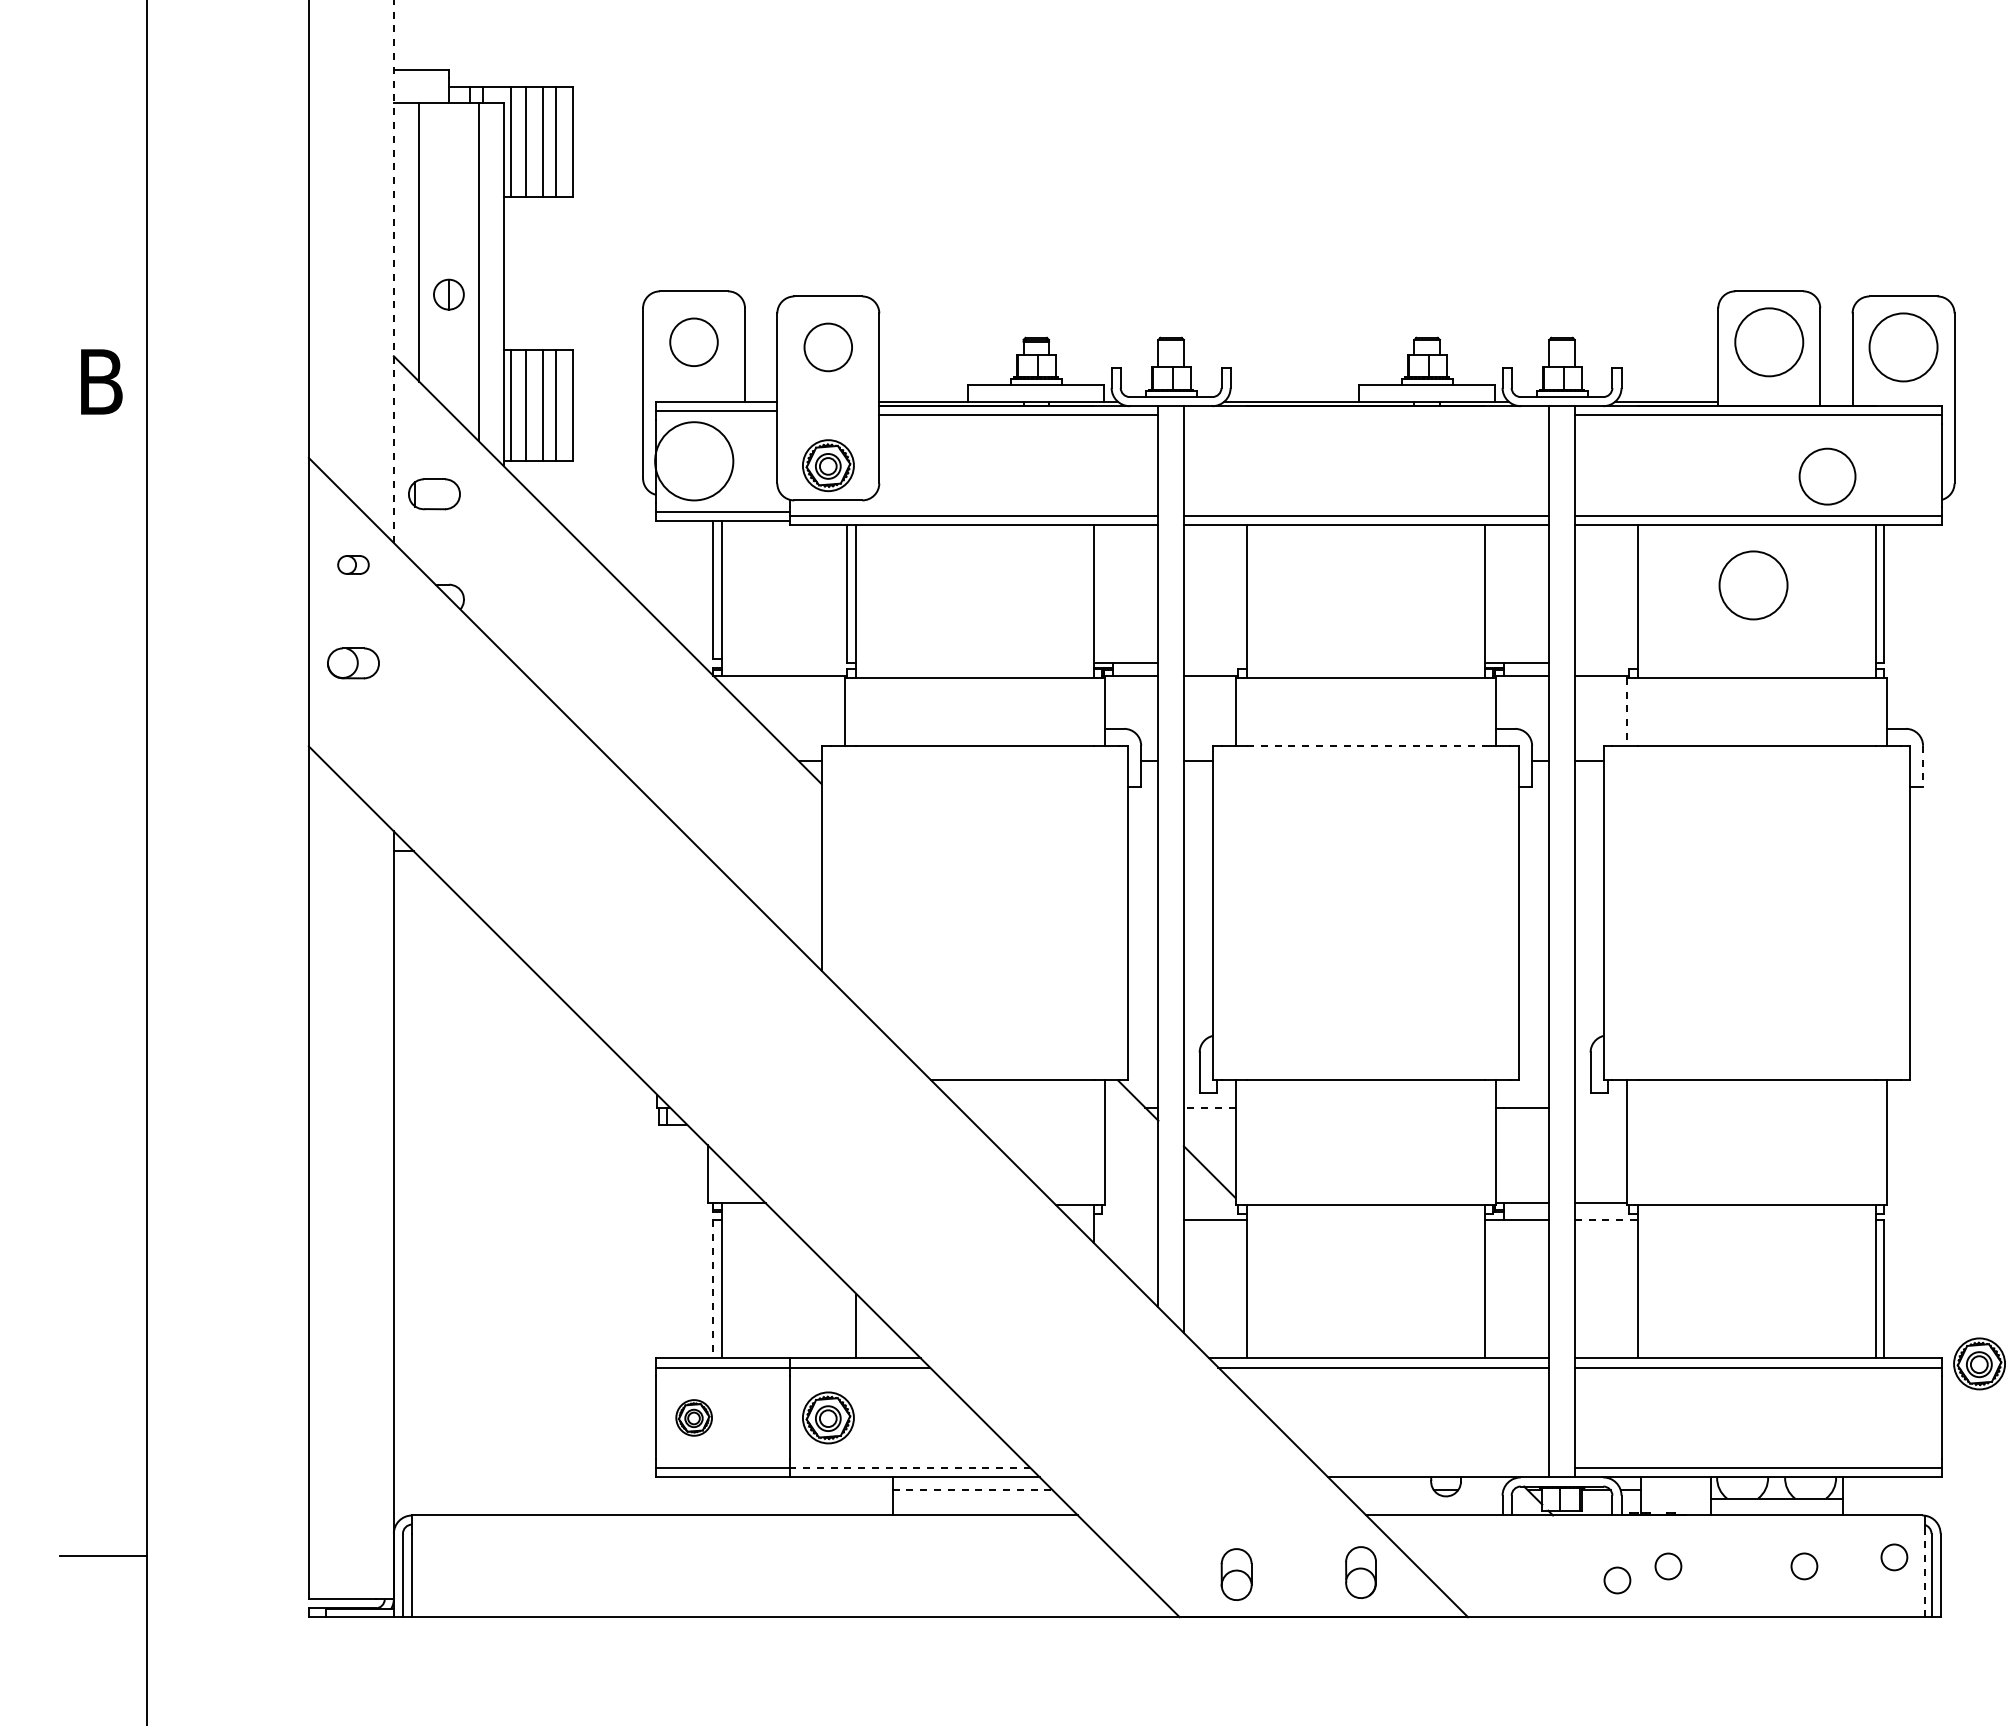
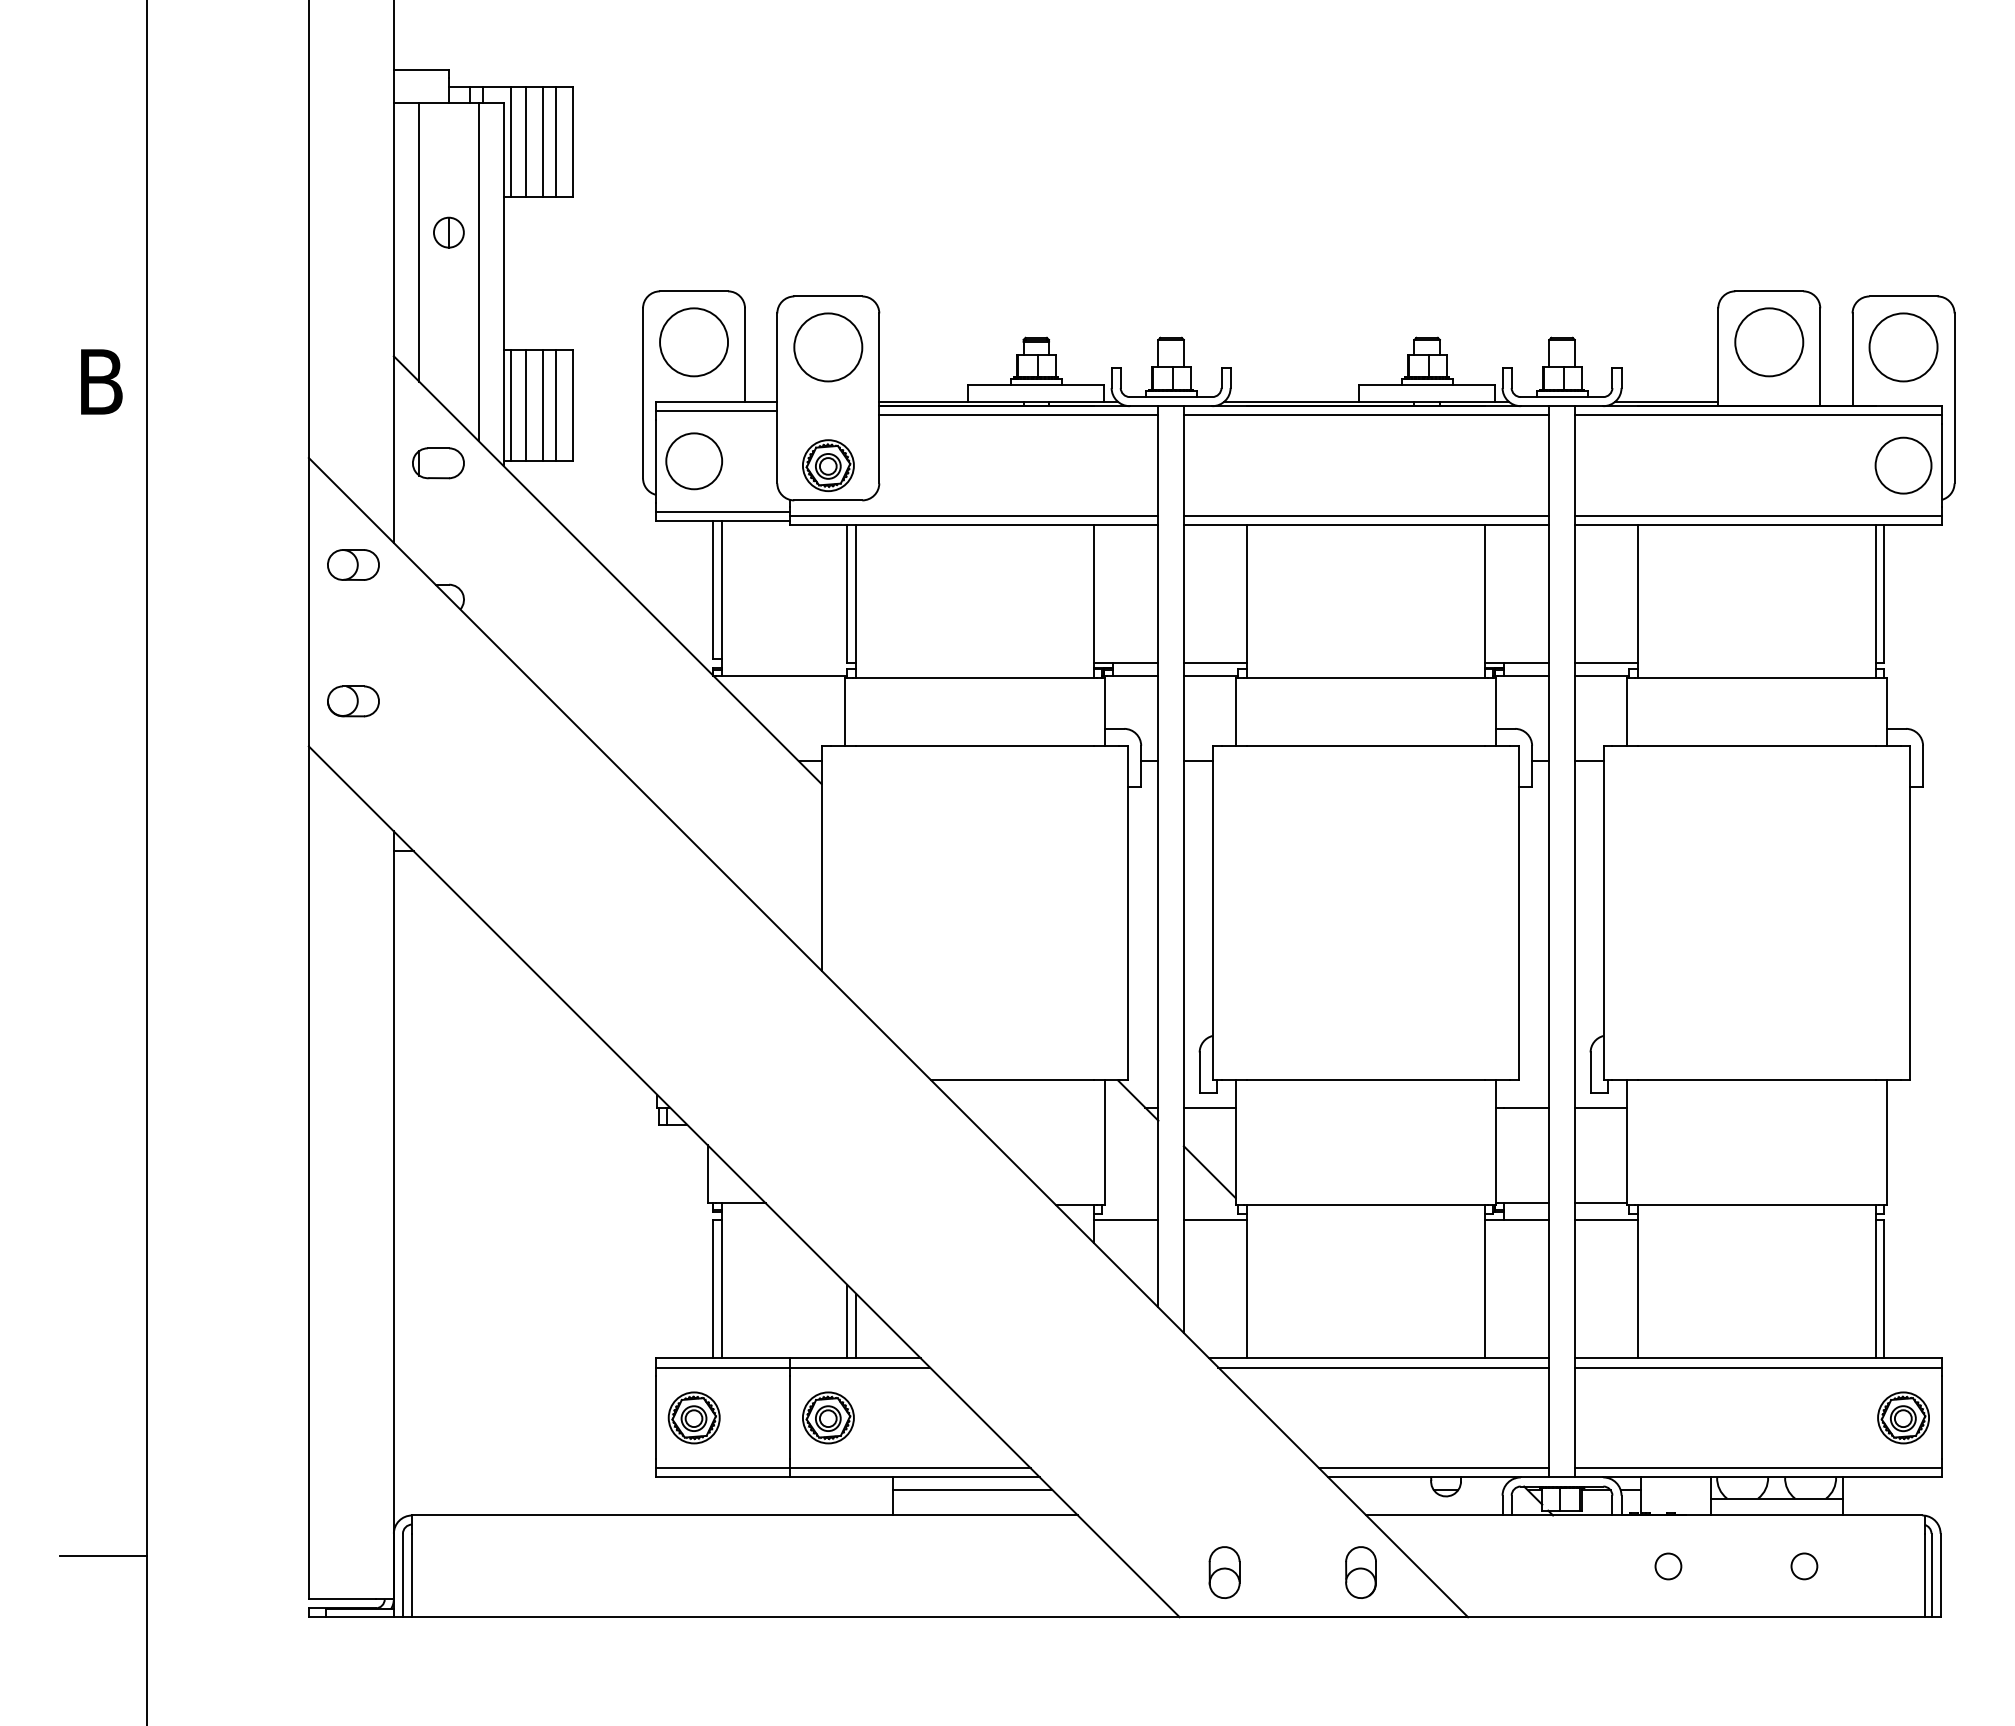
line at (393, 271): dashed -> solid
part at (448, 294) position: (448, 294) -> (448, 232)
circle at (693, 342) diameter: 48 px -> 68 px
circle at (828, 347) diameter: 48 px -> 68 px
line at (1366, 415): none -> present
circle at (694, 461) diameter: 78 px -> 56 px
circle at (1827, 476) position: (1827, 476) -> (1903, 465)
part at (434, 494) position: (434, 494) -> (438, 463)
part at (353, 564) size: 33x20 px -> 53x32 px
circle at (1753, 585): present -> none
part at (353, 663) position: (353, 663) -> (353, 701)
line at (1214, 663): none -> present
line at (1605, 663): none -> present
line at (1626, 711): dashed -> solid
line at (1365, 745): dashed -> solid
line at (1923, 766): dashed -> solid
line at (1209, 1107): dashed -> solid
line at (1600, 1107): none -> present
line at (1125, 1220): none -> present
line at (1606, 1220): dashed -> solid
line at (713, 1289): dashed -> solid
line at (847, 1321): none -> present
part at (1979, 1363) position: (1979, 1363) -> (1903, 1417)
part at (693, 1417) size: 38x38 px -> 54x54 px
line at (909, 1468): dashed -> solid
line at (1434, 1468): none -> present
line at (972, 1490): dashed -> solid
circle at (1894, 1557): present -> none
part at (1236, 1574) position: (1236, 1574) -> (1224, 1572)
line at (1924, 1575): dashed -> solid
circle at (1617, 1580): present -> none
